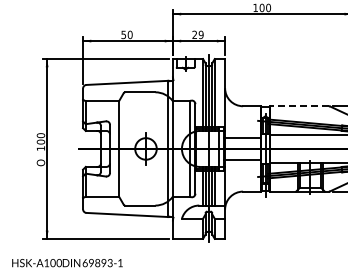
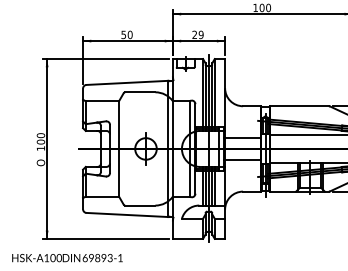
line at (298, 106): dashed -> solid
text at (67, 263) position: (67, 263) -> (67, 258)
